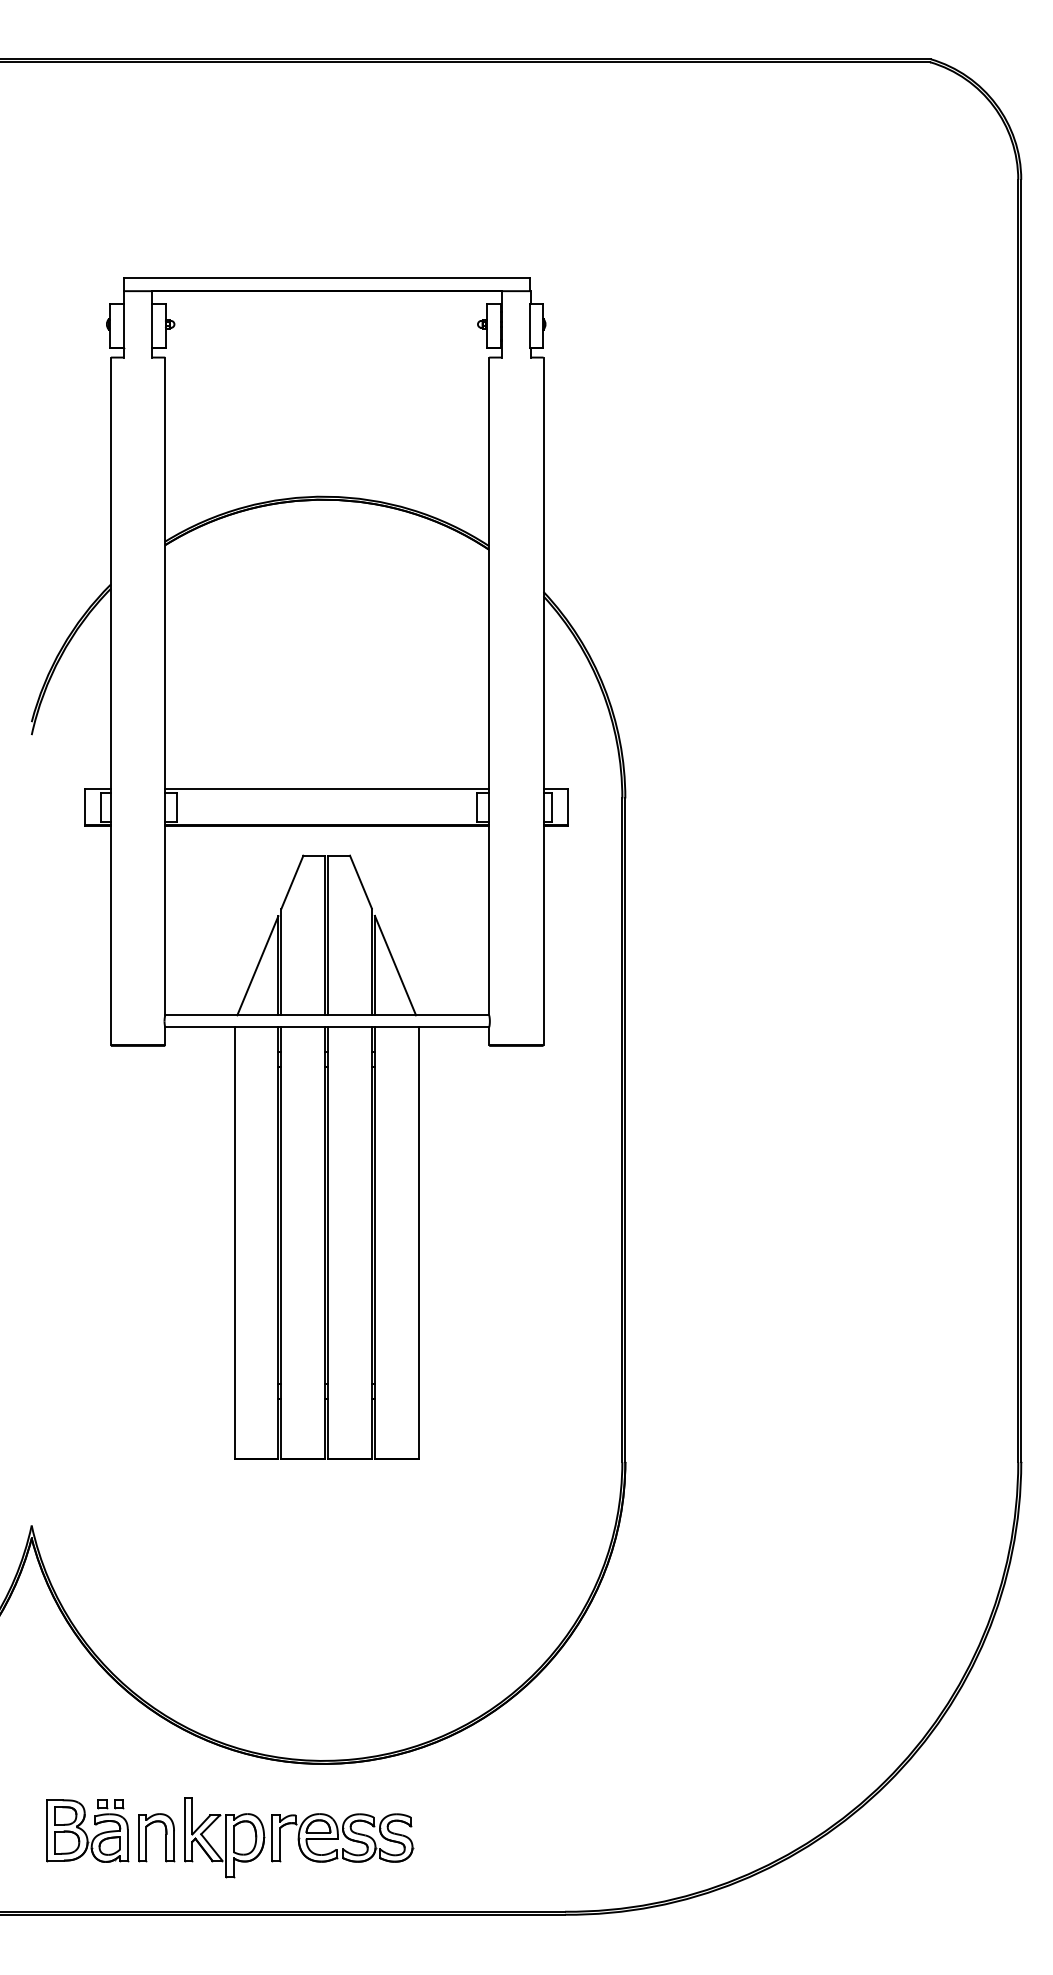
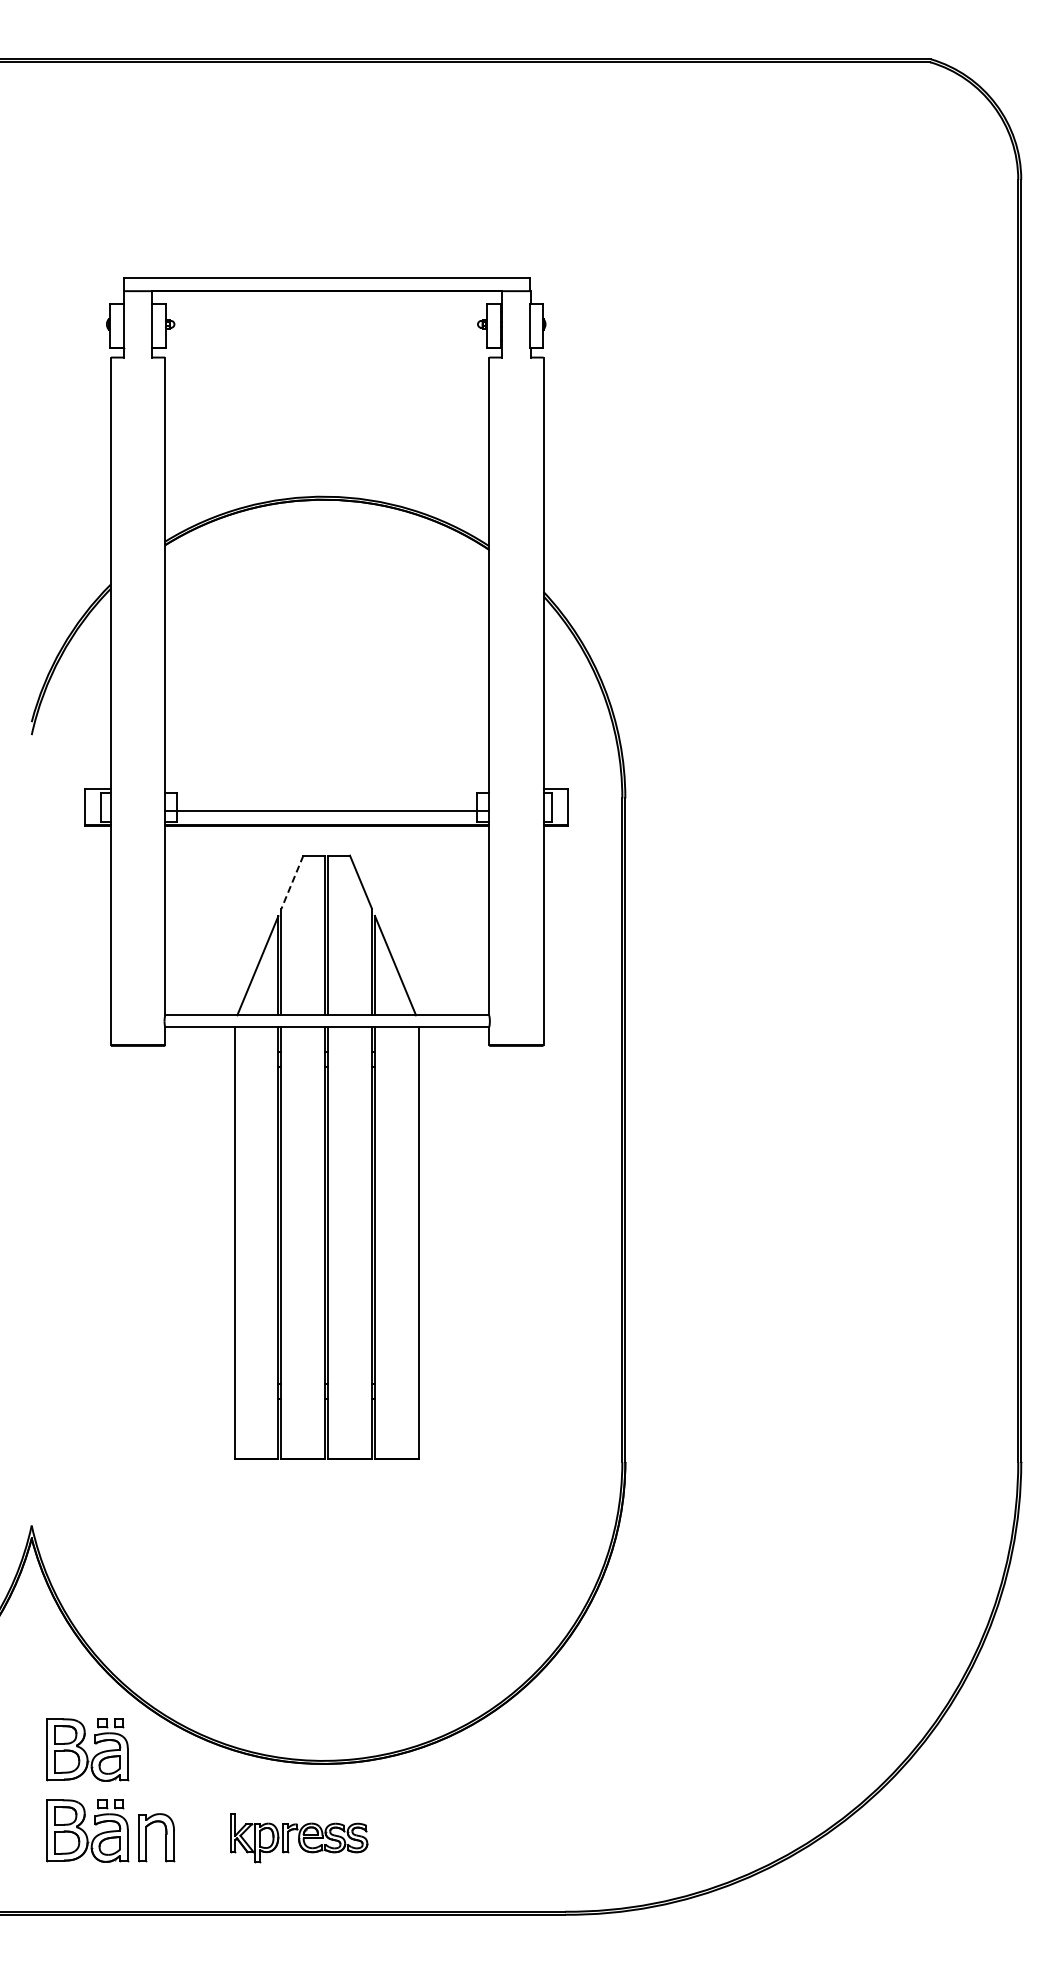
line at (327, 789) position: (327, 789) -> (327, 811)
line at (292, 882): solid -> dashed
part at (87, 1749): none -> present
part at (299, 1837) size: 231x82 px -> 139x51 px
